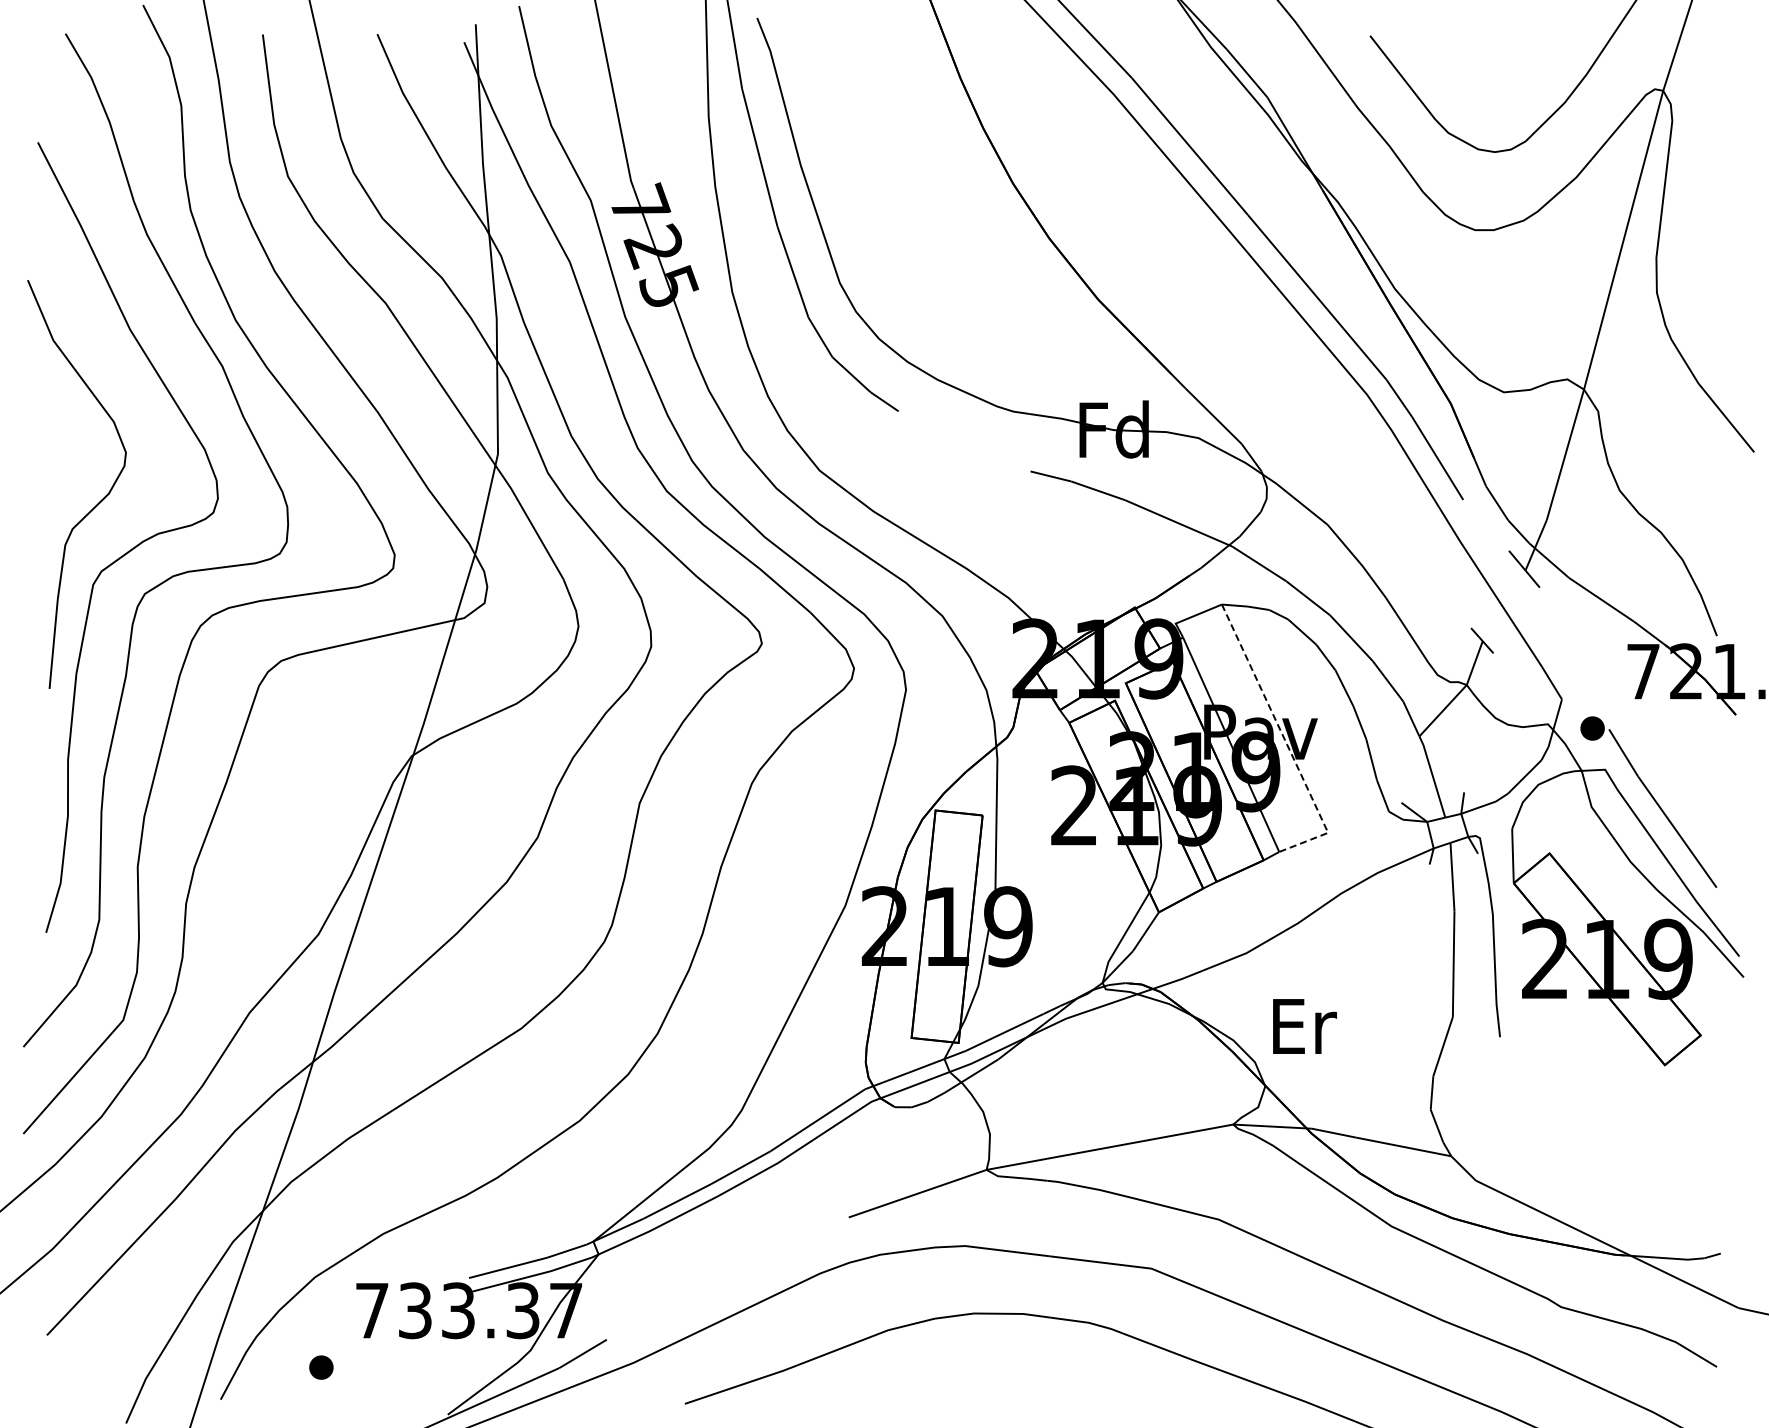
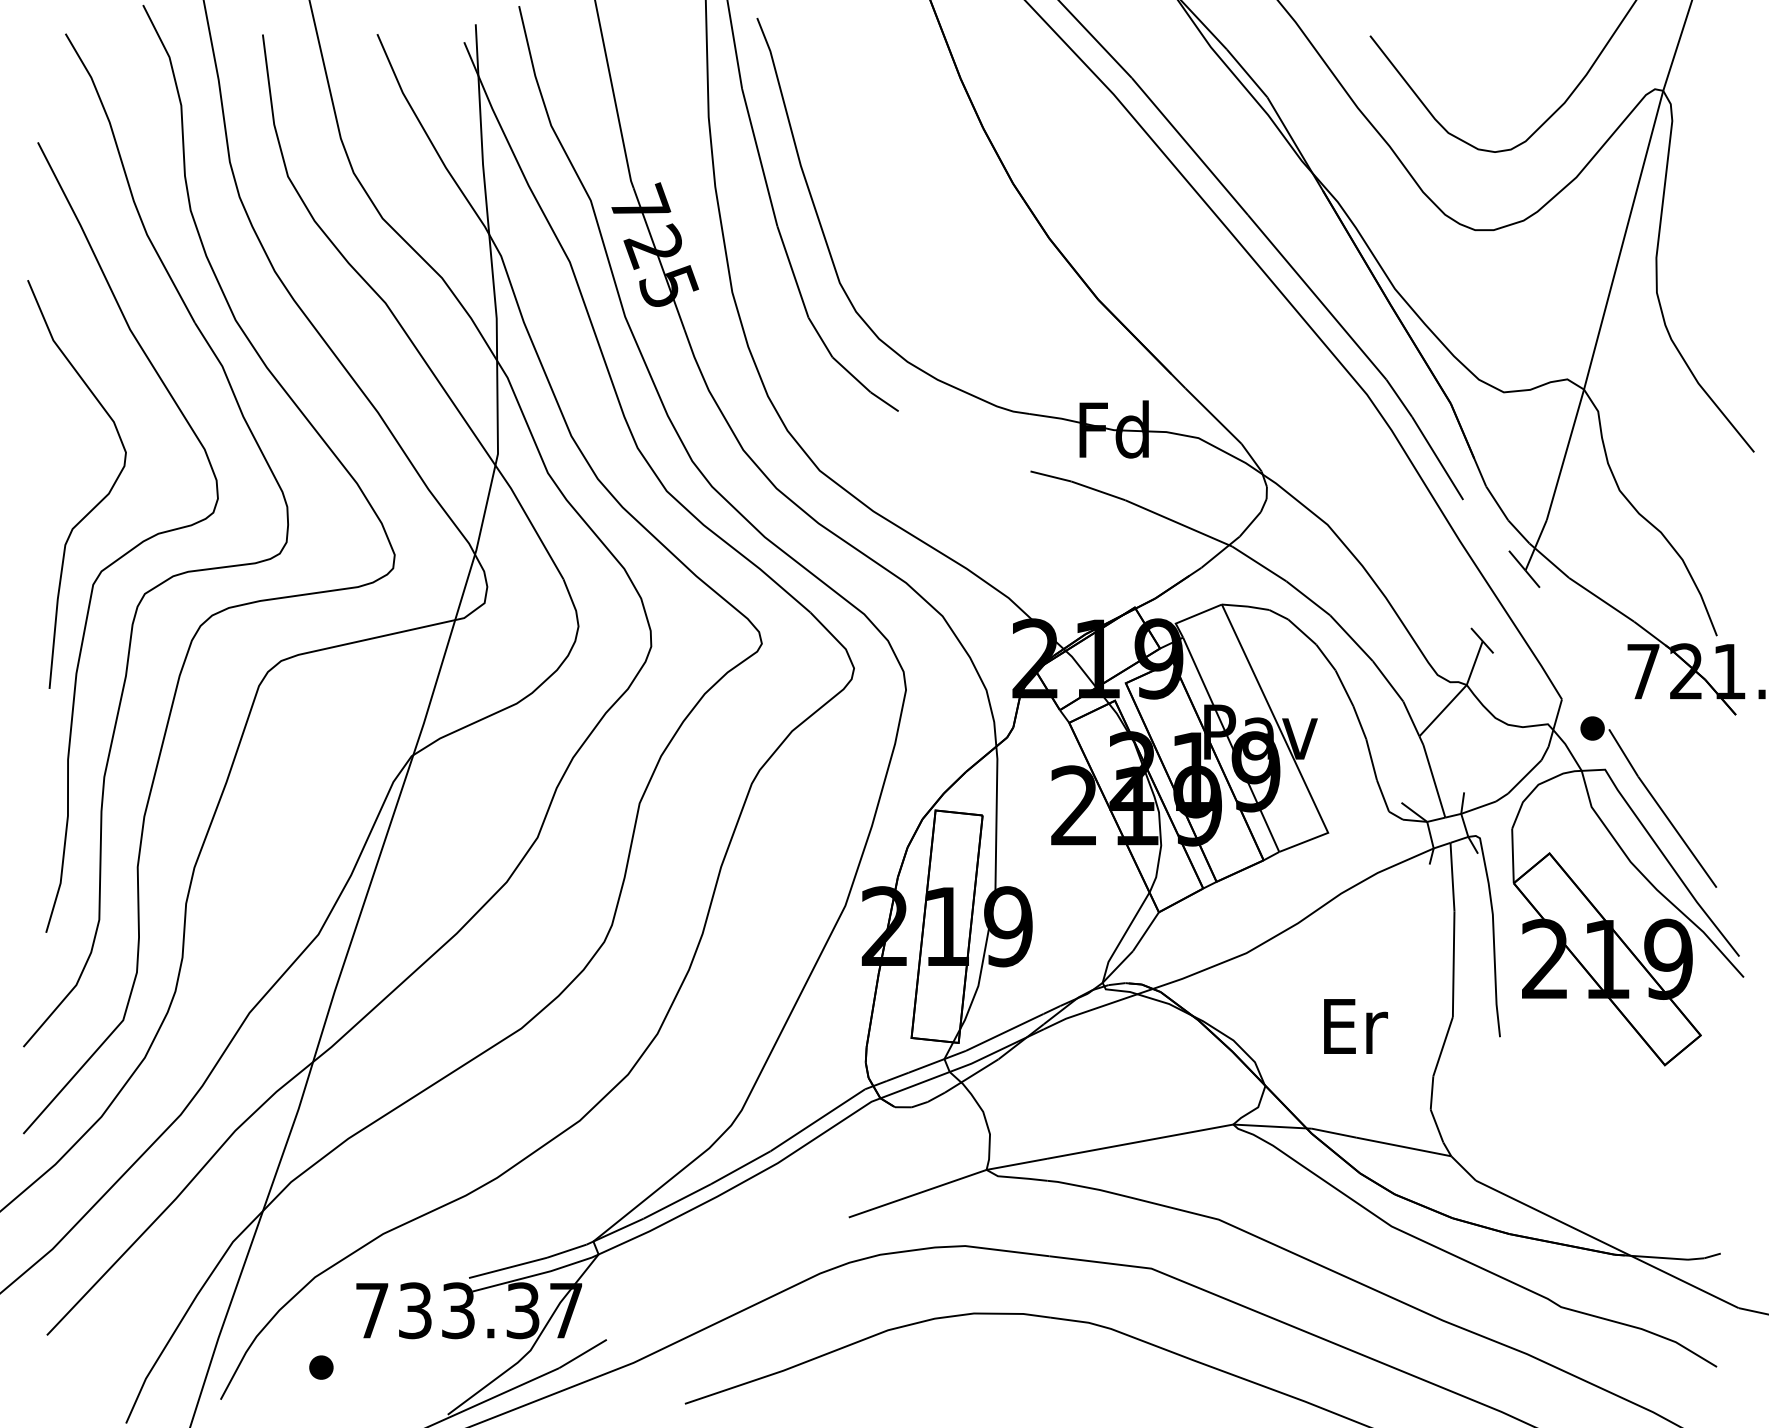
line at (1286, 743): dashed -> solid
text at (1304, 1026) position: (1304, 1026) -> (1355, 1026)
